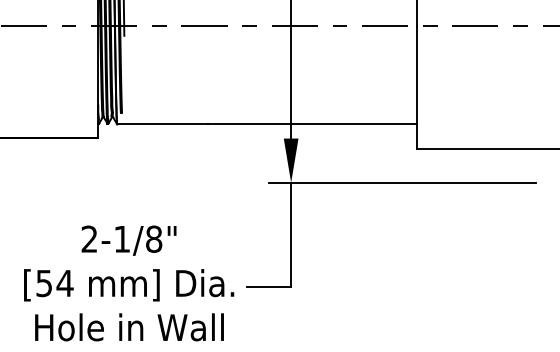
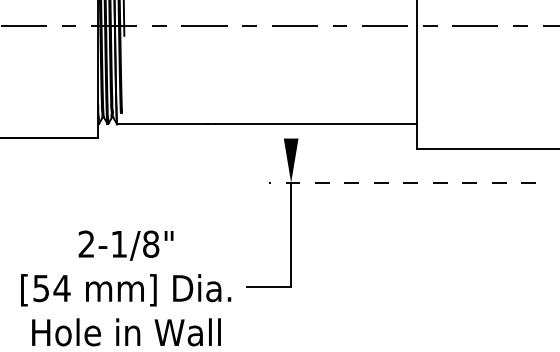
line at (291, 70): present -> none
line at (402, 182): solid -> dashed
text at (129, 283) position: (129, 283) -> (126, 288)
